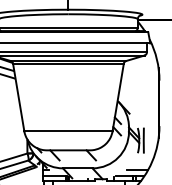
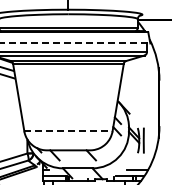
line at (75, 43): solid -> dashed
line at (68, 131): solid -> dashed
